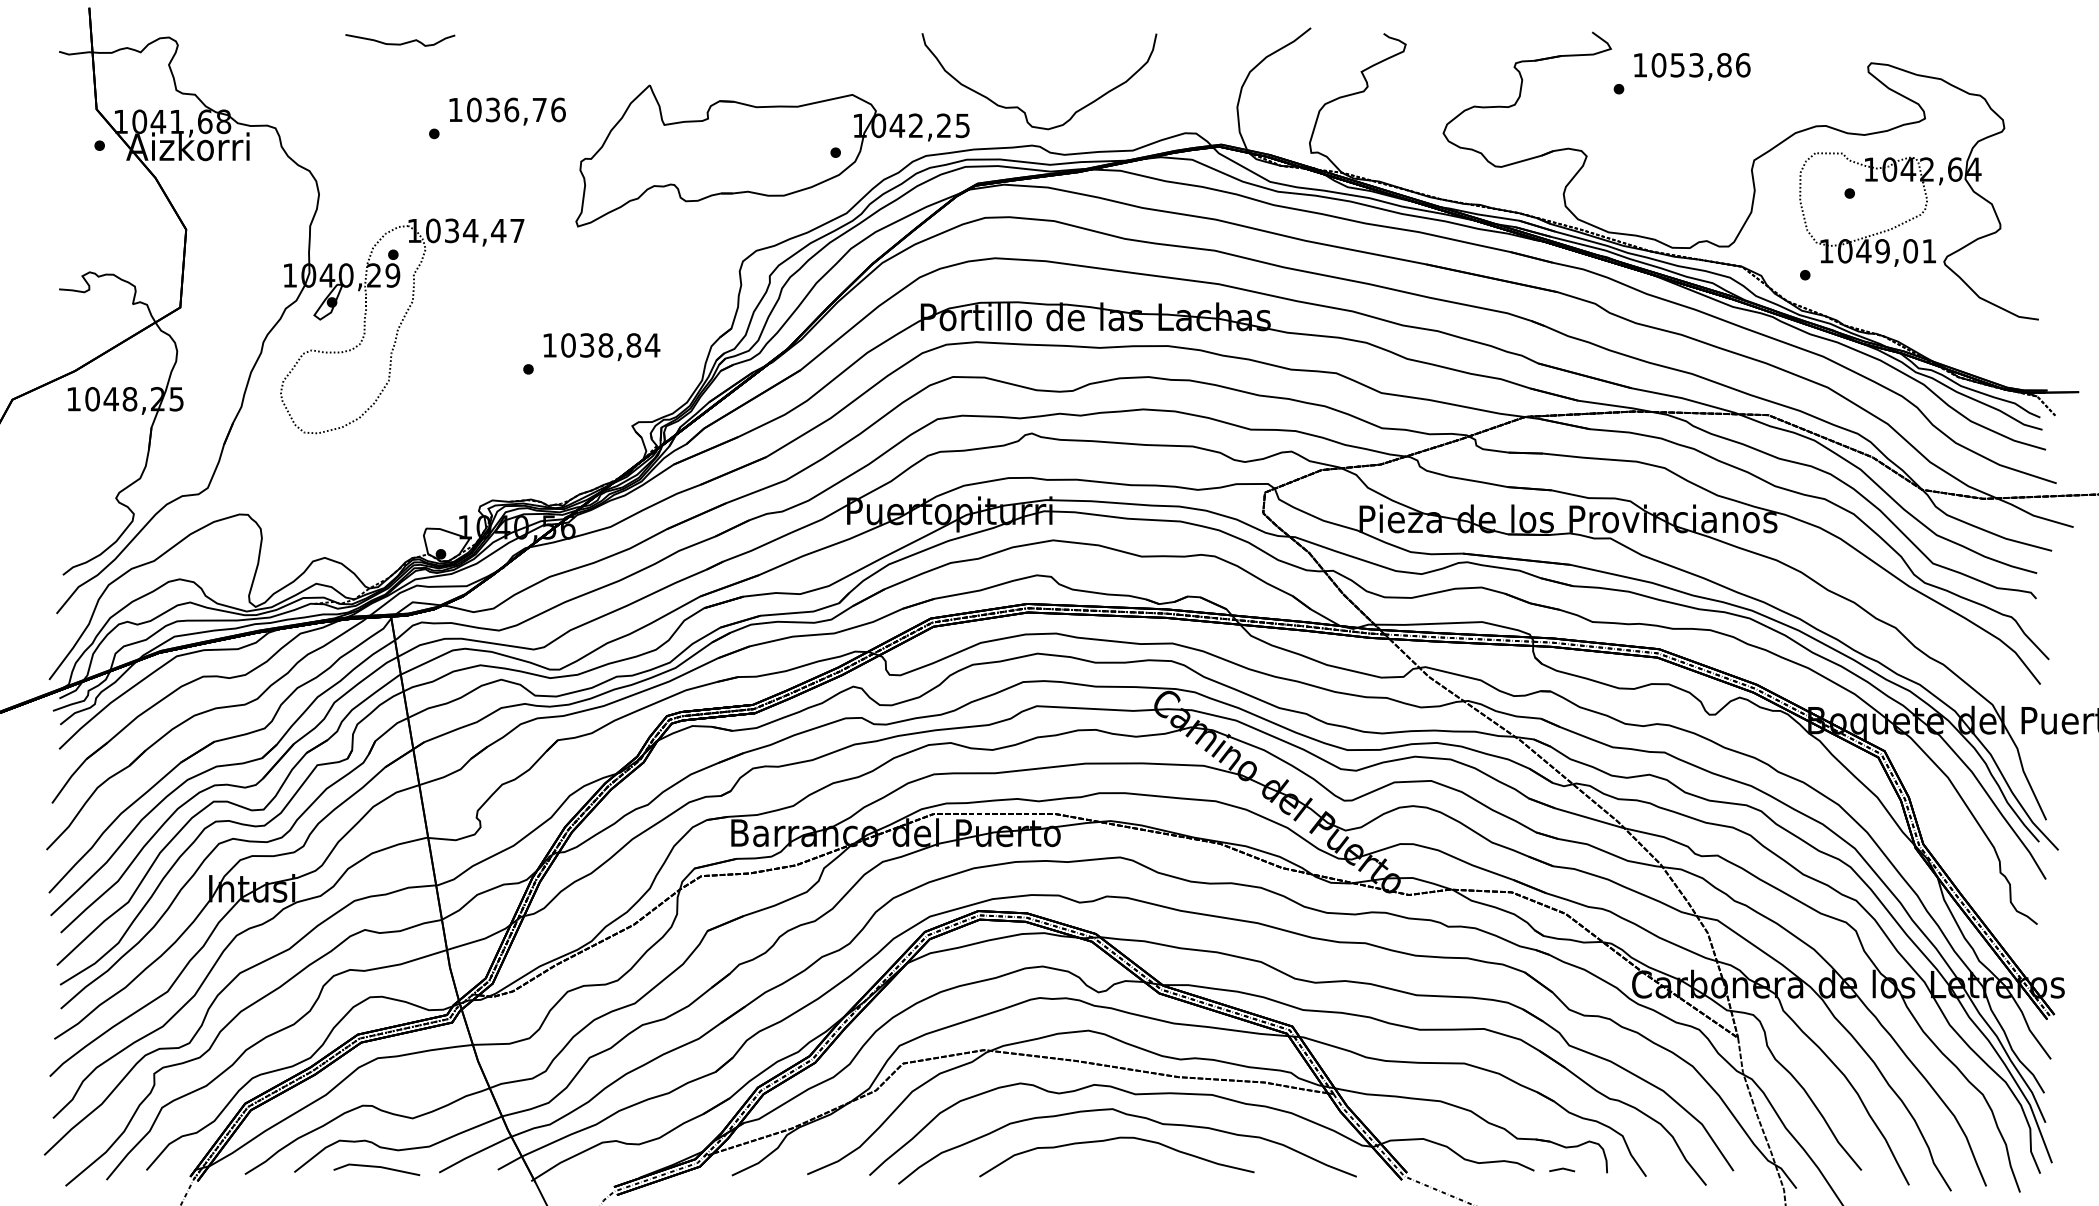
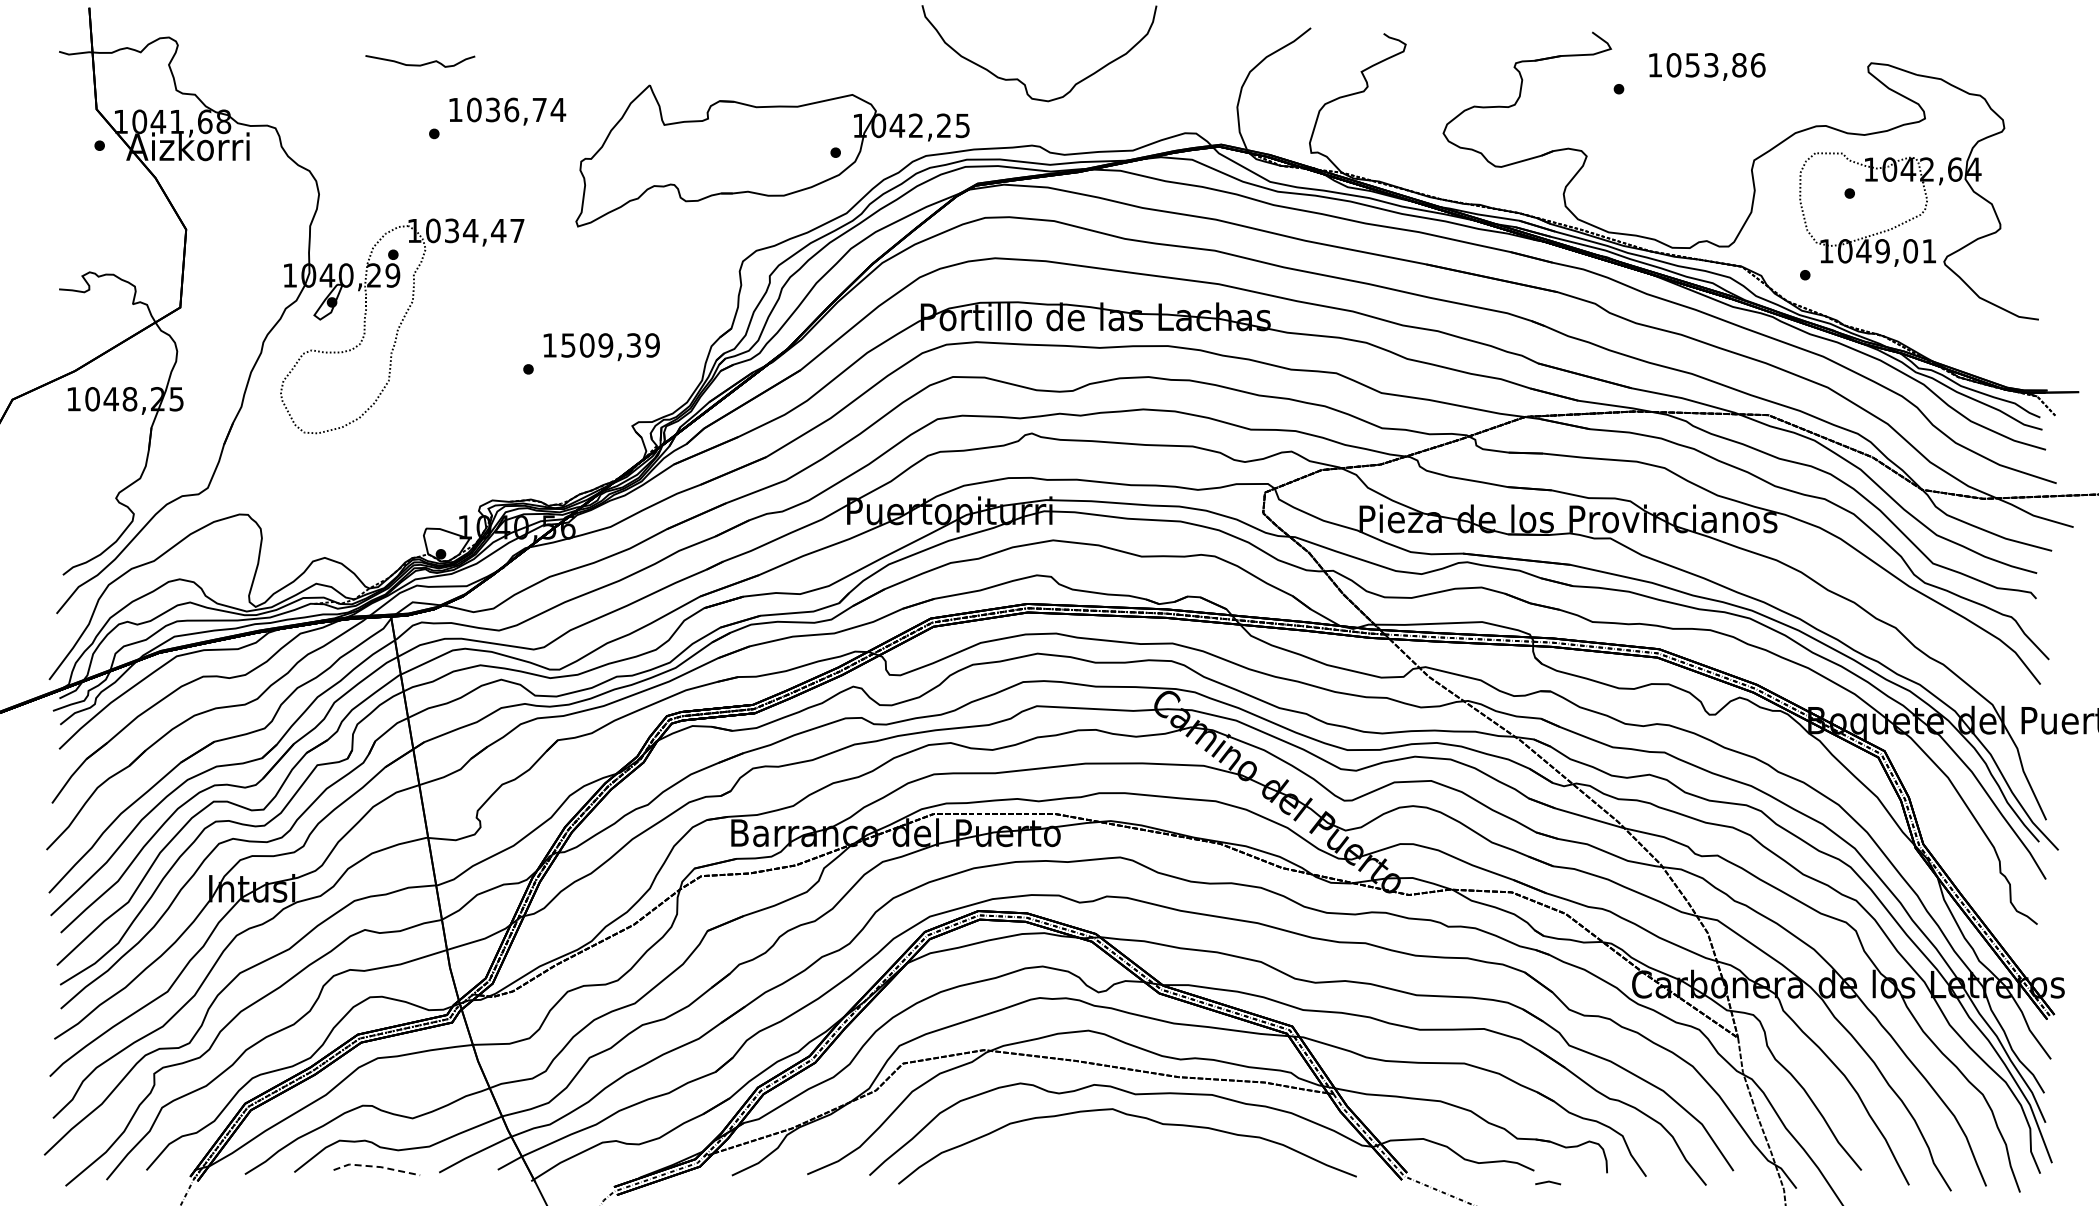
curve at (400, 43) position: (400, 43) -> (420, 64)
text at (1692, 66) position: (1692, 66) -> (1707, 66)
curve at (1018, 106) position: (1018, 106) -> (1018, 78)
text at (558, 109): 1036,76 -> 1036,74
text at (610, 345): 1038,84 -> 1509,39
curve at (1111, 1140): present -> none
line at (376, 1166): solid -> dashed
line at (1562, 1169) position: (1562, 1169) -> (1548, 1182)
